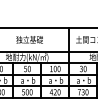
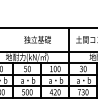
text at (29, 39) position: (29, 39) -> (37, 39)
